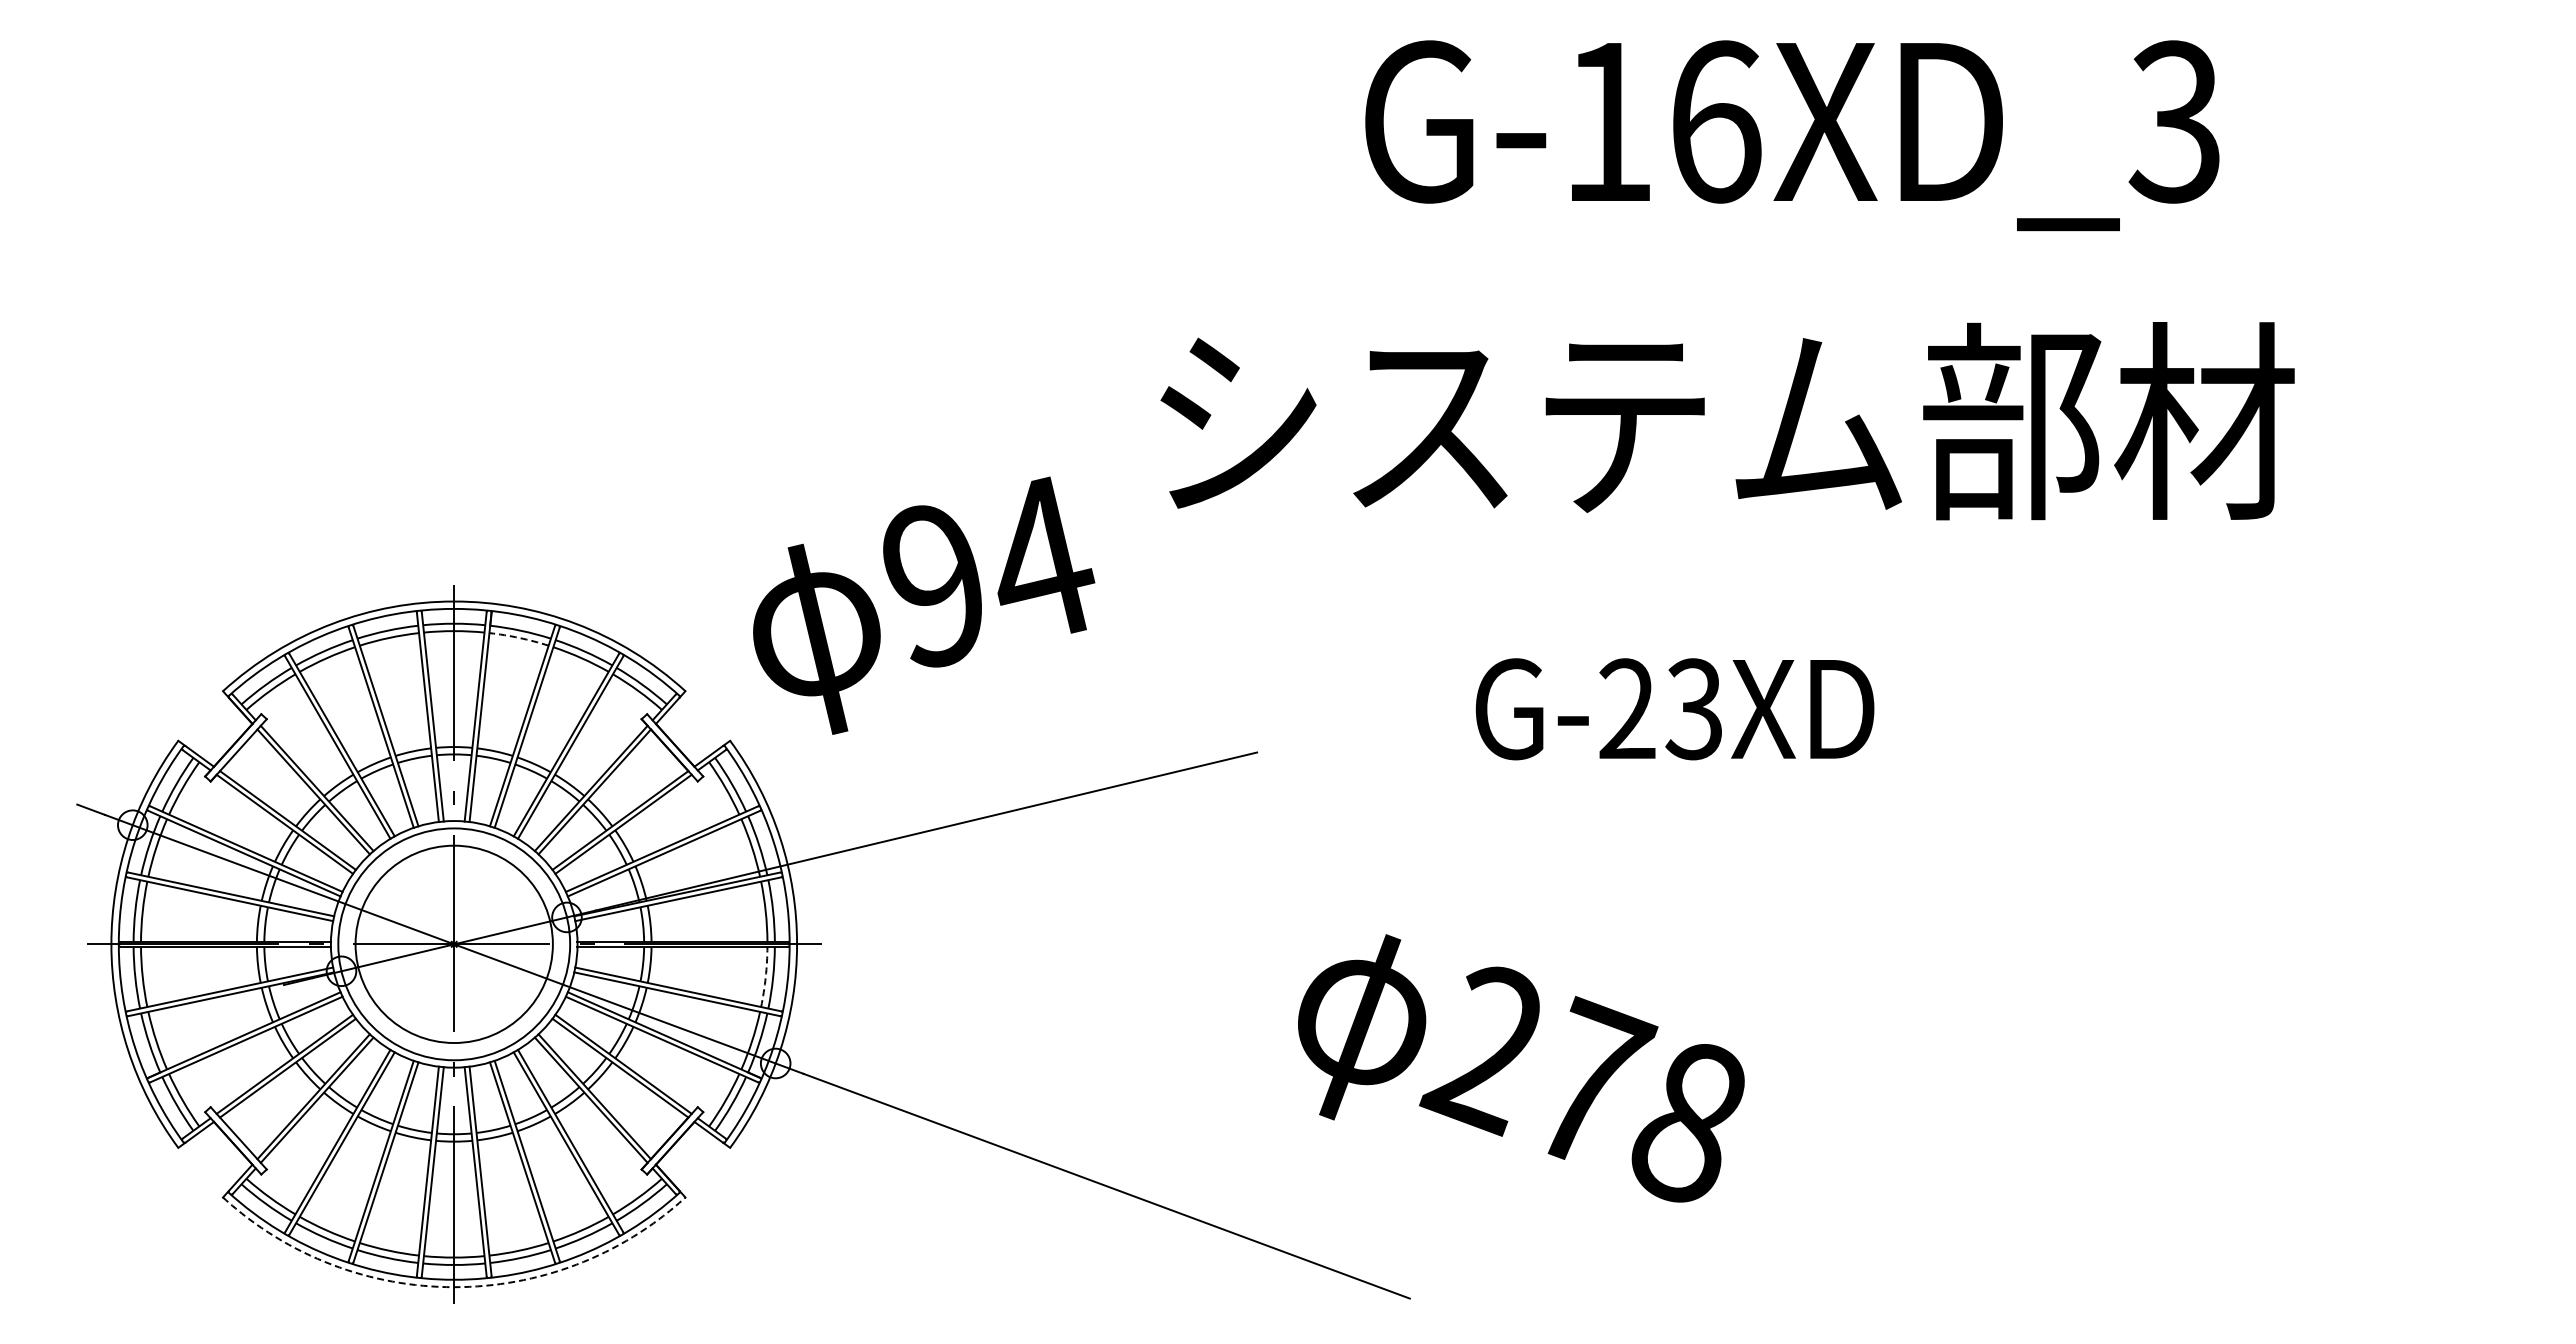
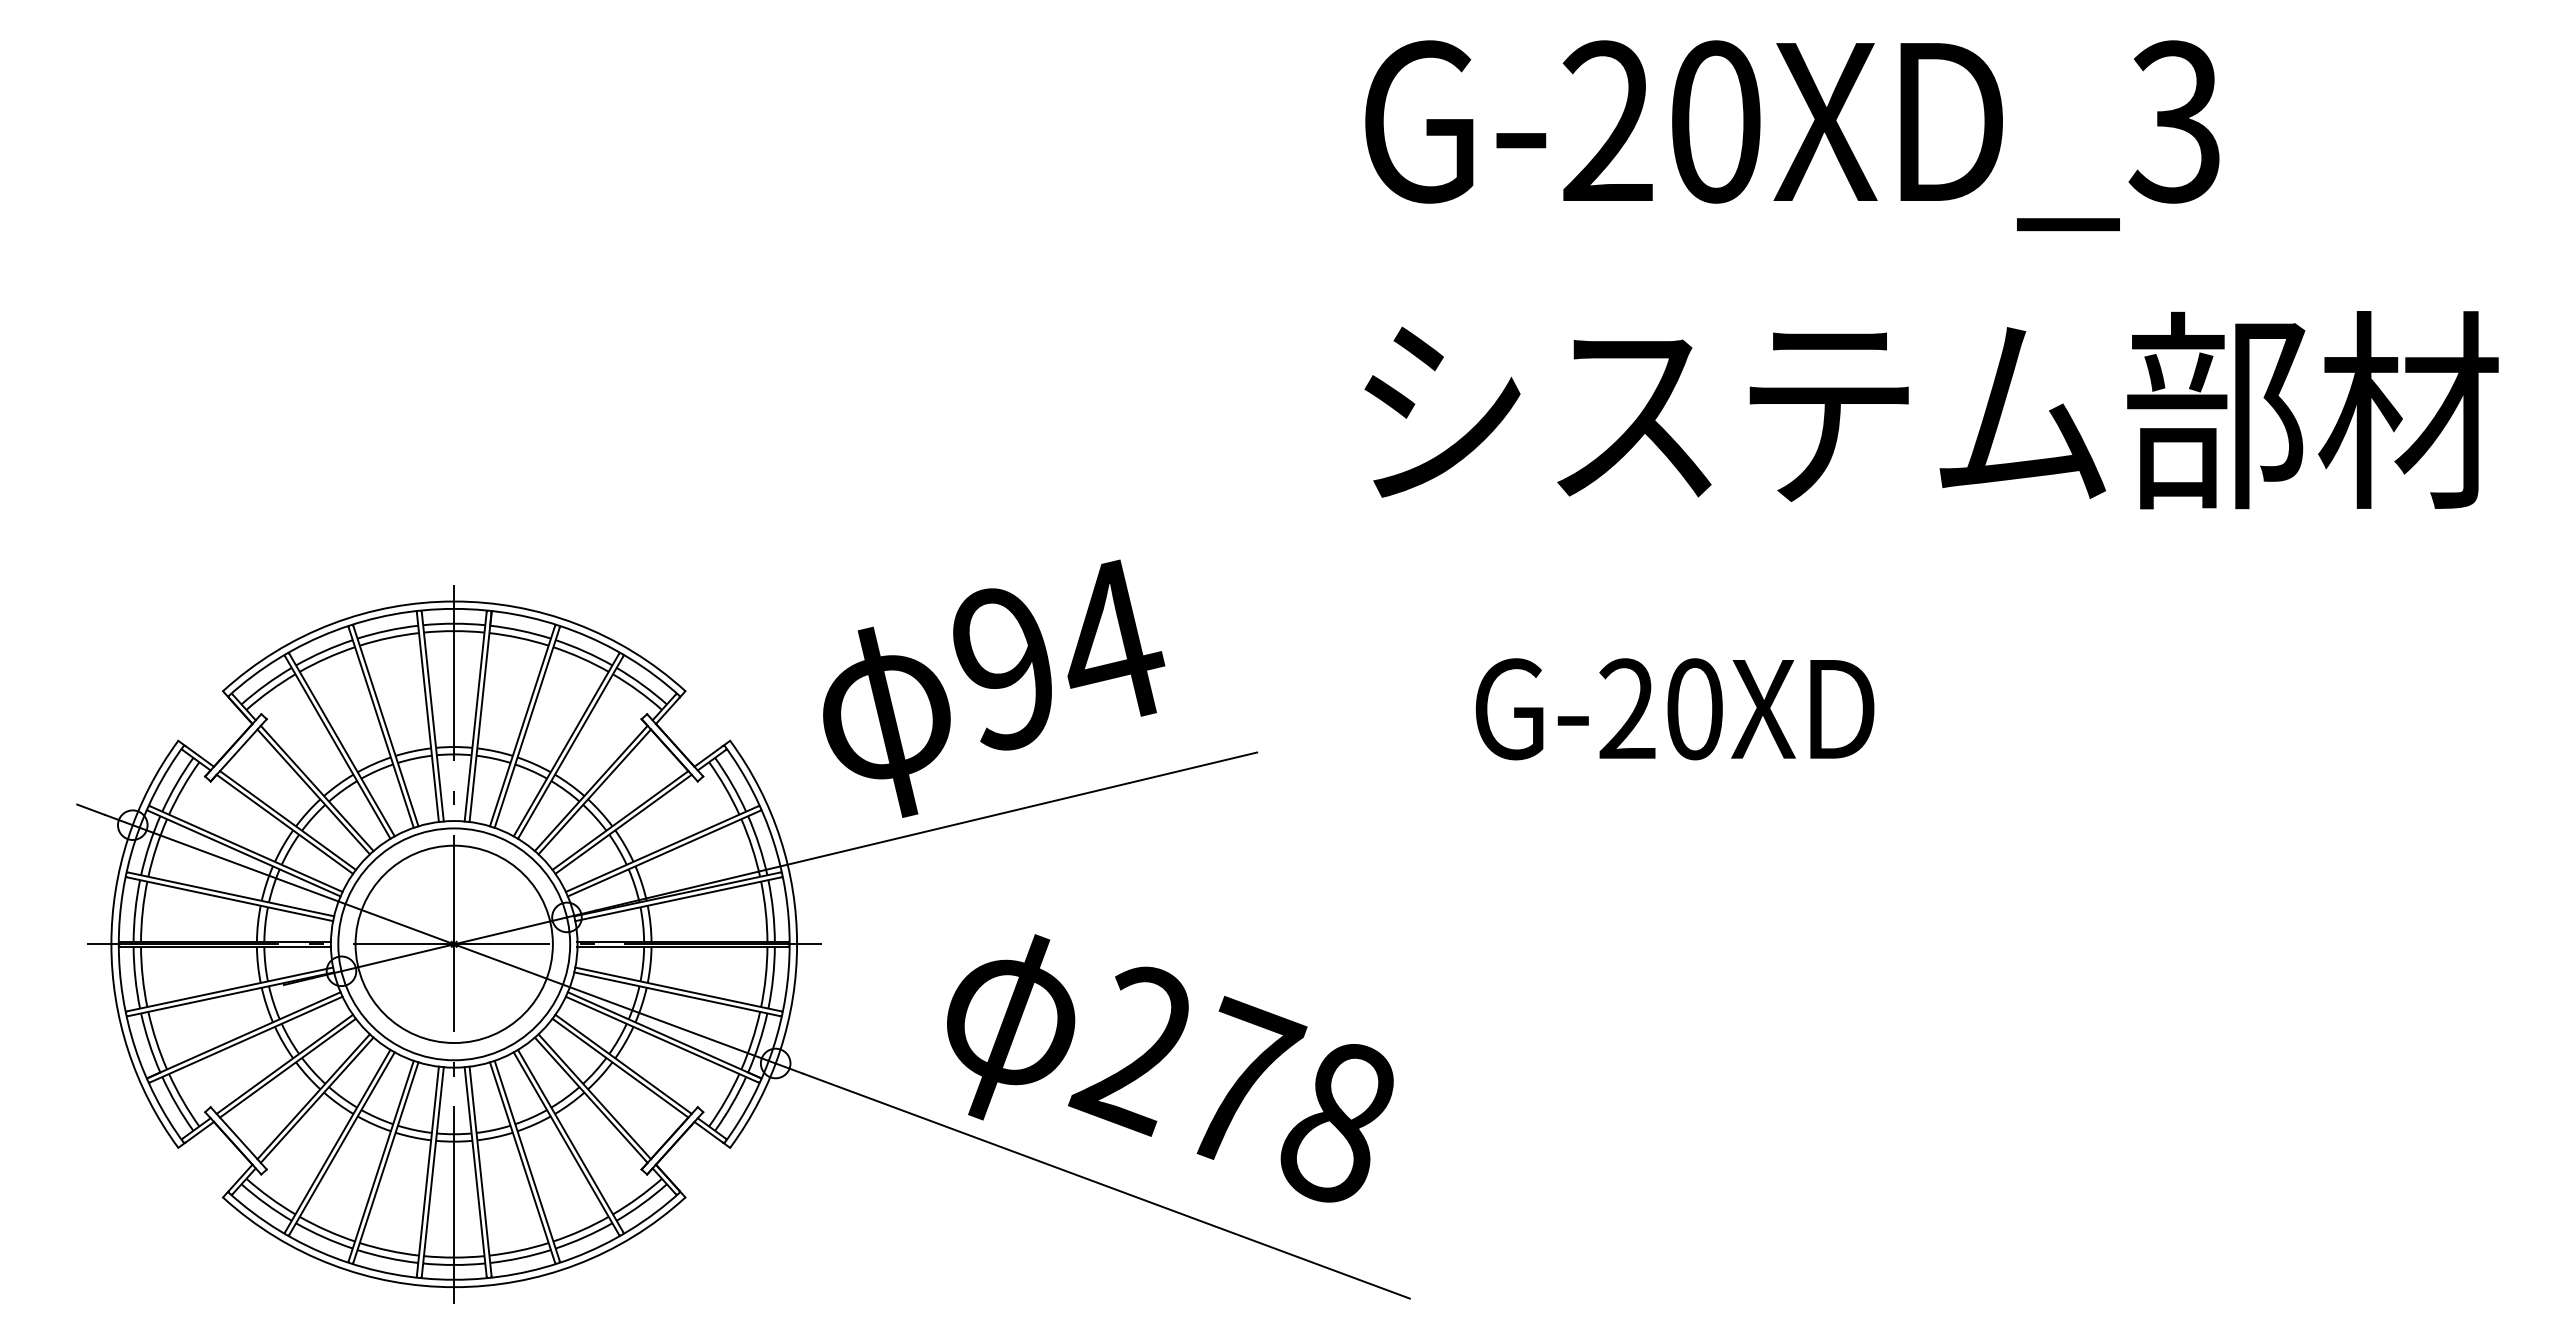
text at (1661, 121): G-16XD_3 -> G-20XD_3
text at (1727, 421) position: (1727, 421) -> (1931, 410)
text at (924, 605) position: (924, 605) -> (994, 688)
arc at (519, 637): dashed -> solid
text at (1693, 709): G-23XD -> G-20XD
arc at (765, 977): dashed -> solid
text at (1521, 1068) position: (1521, 1068) -> (1170, 1068)
arc at (454, 1287): dashed -> solid
